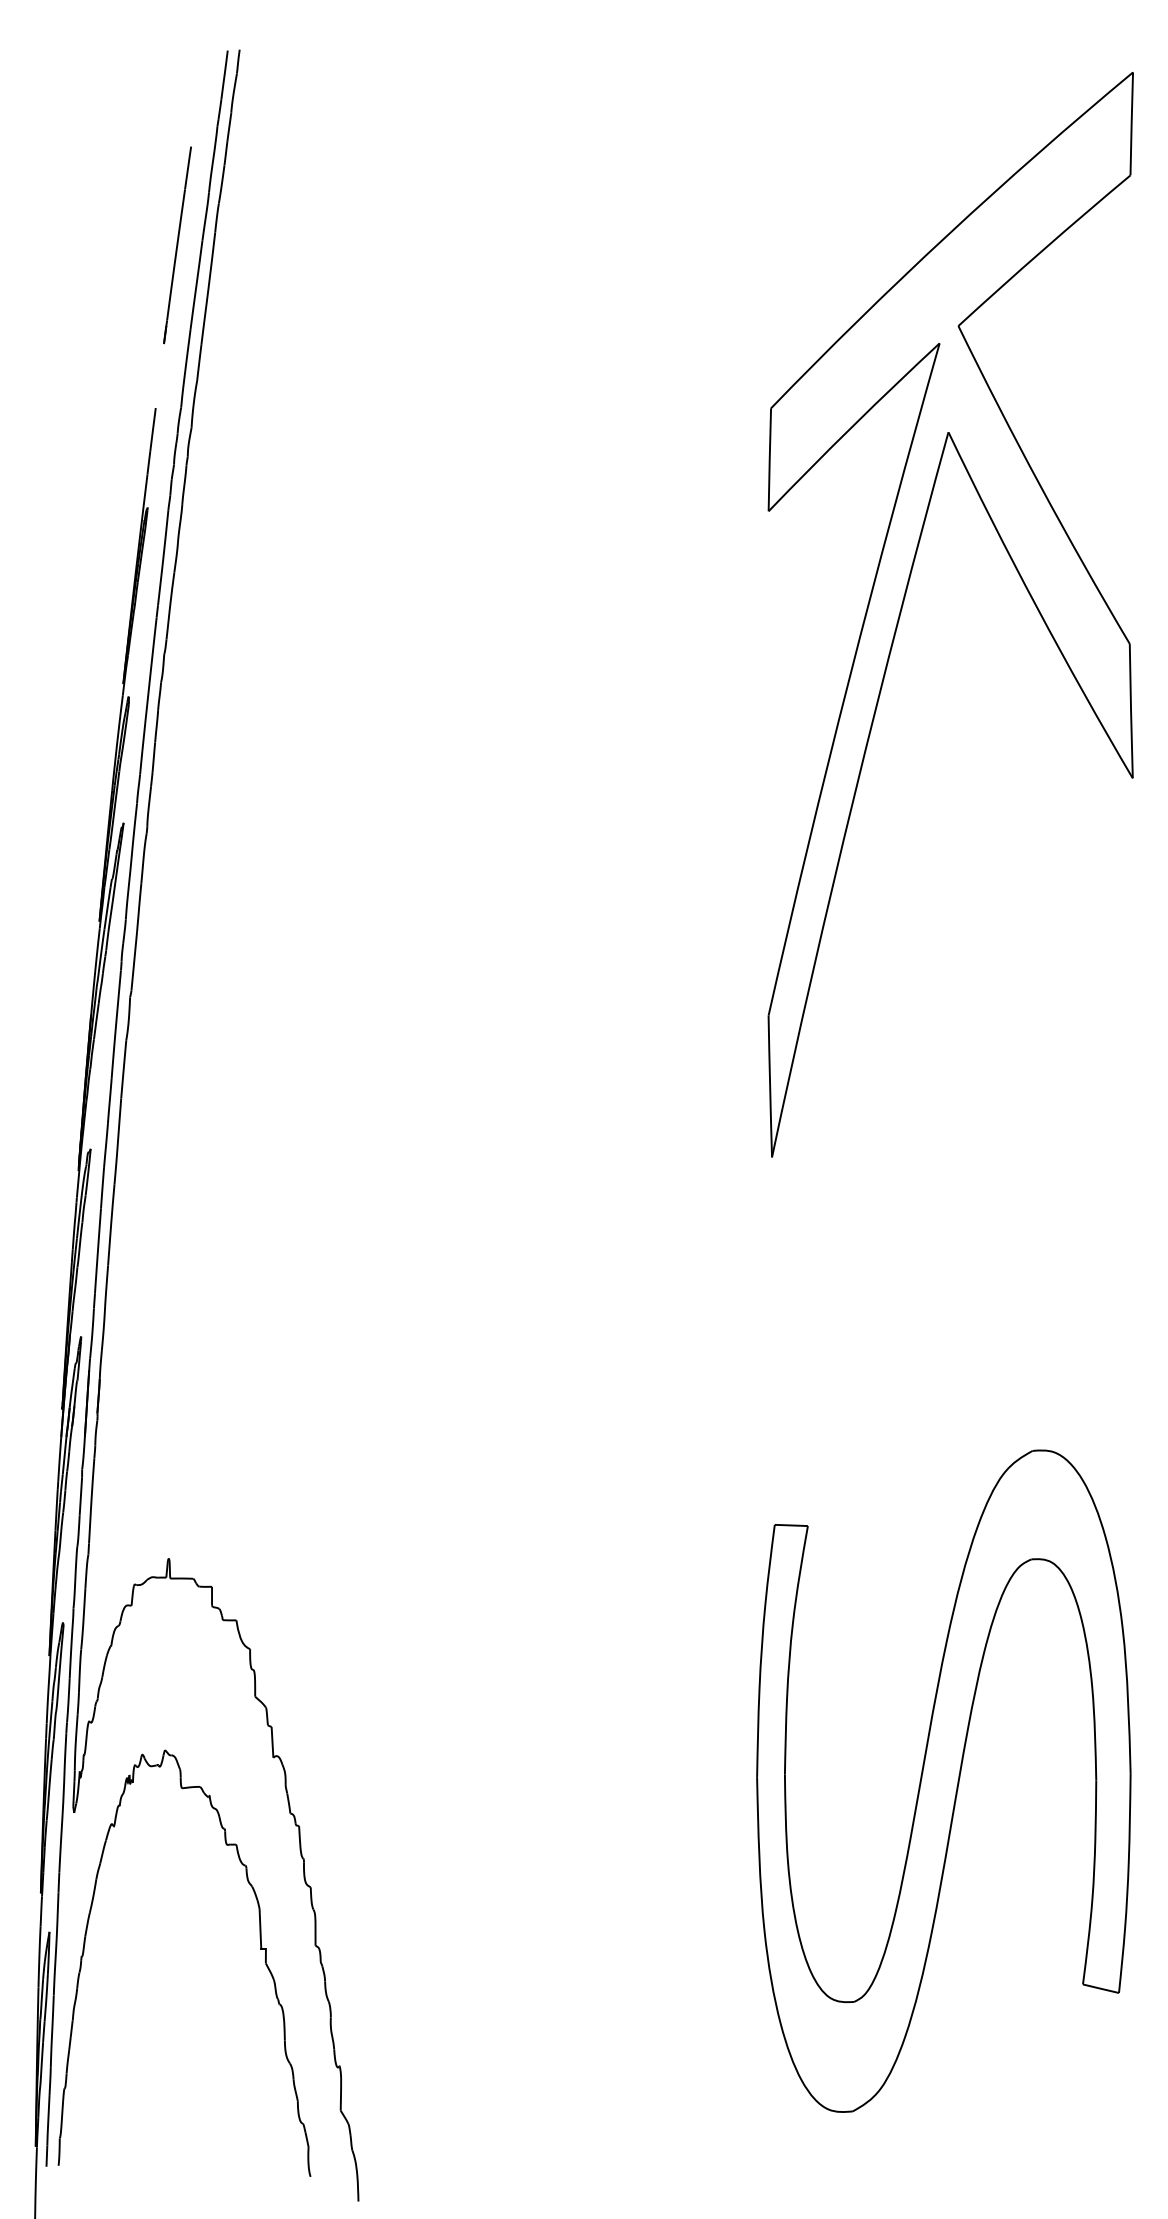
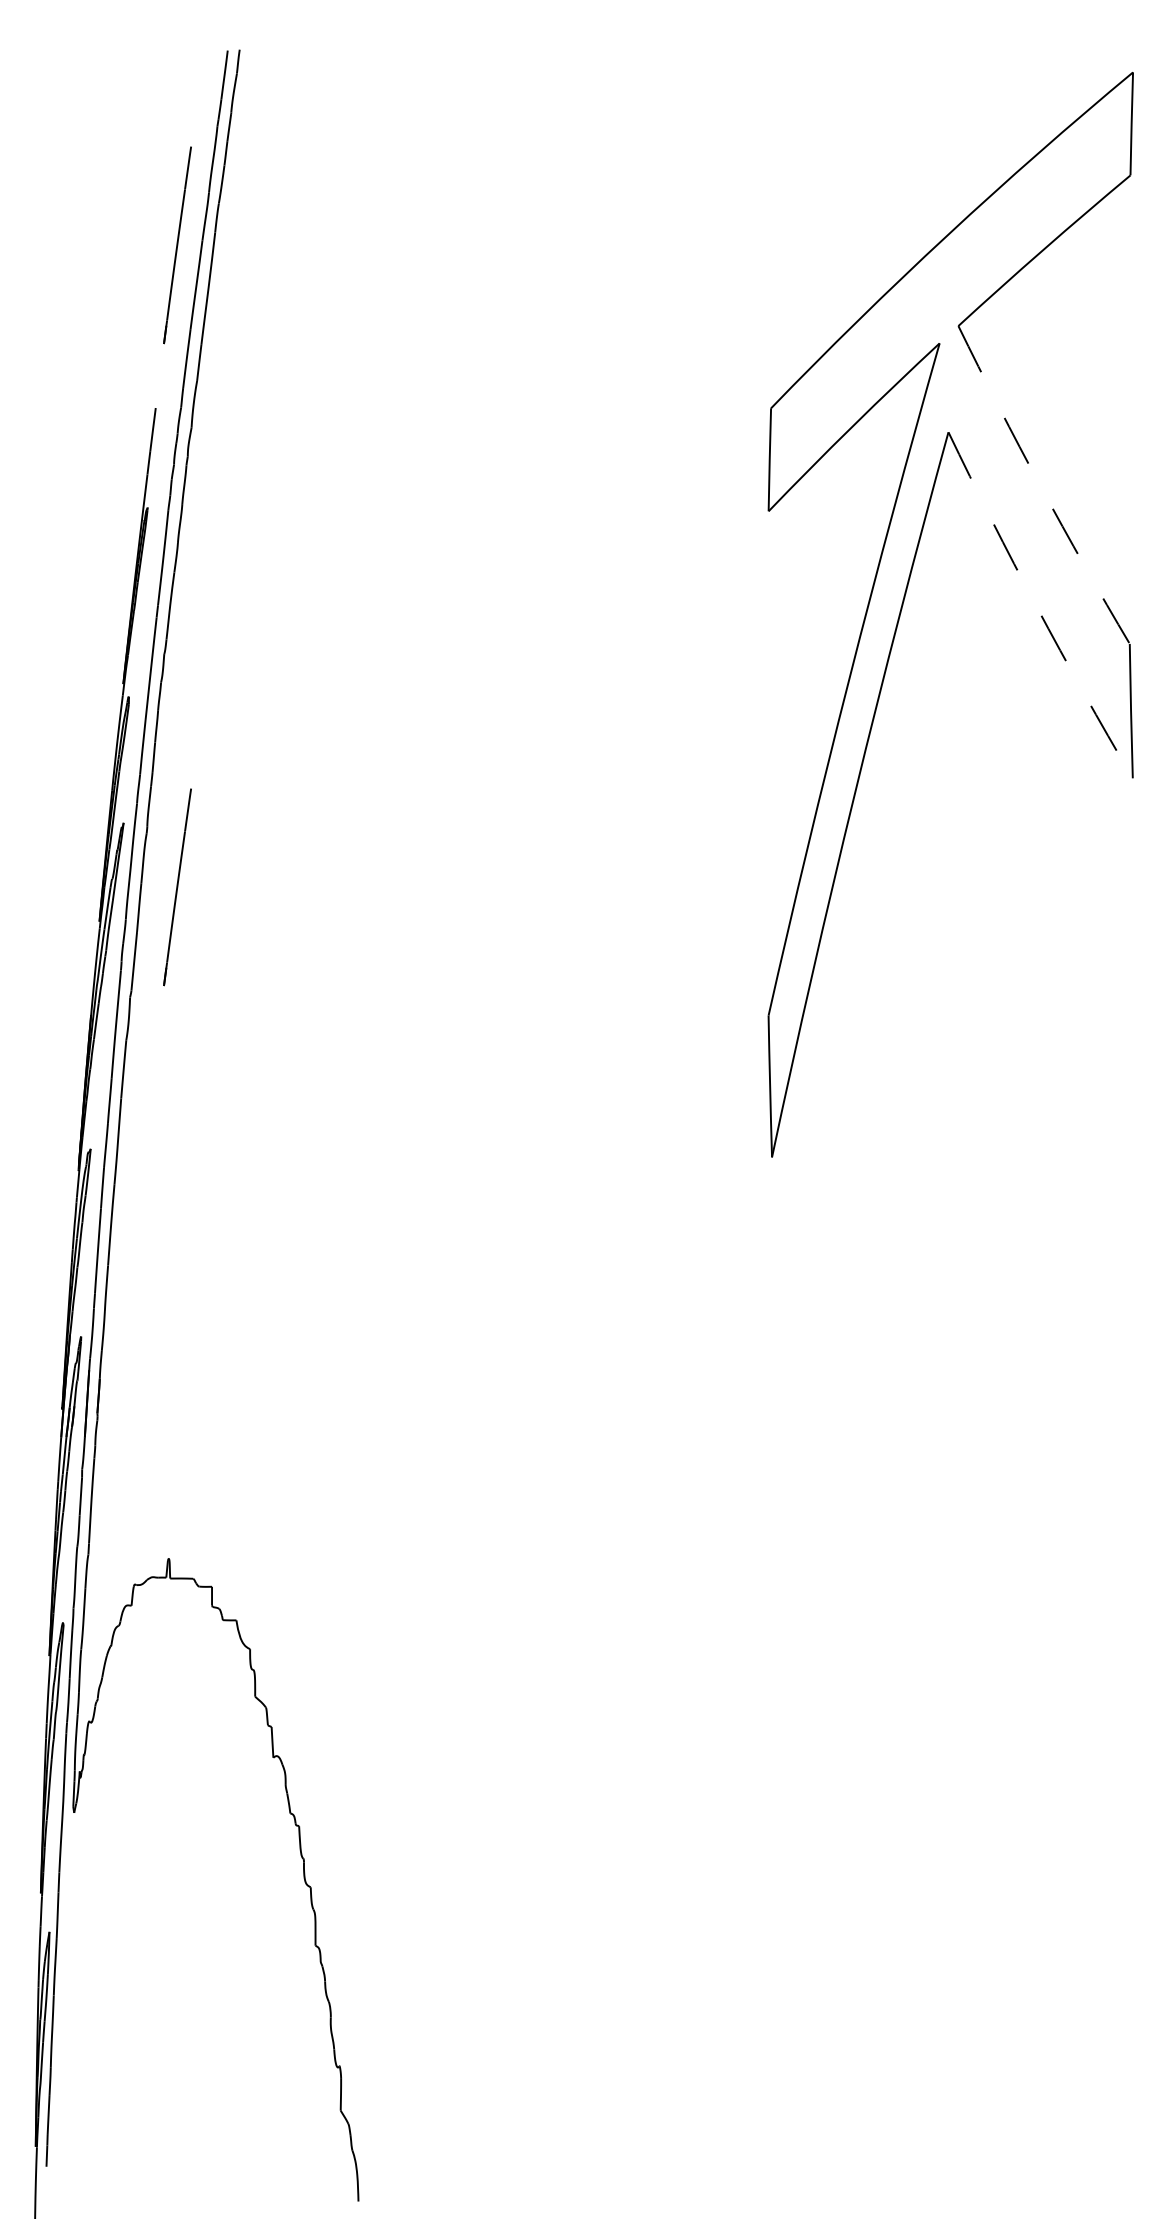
arc at (1040, 486): solid -> dashed
arc at (1036, 607): solid -> dashed
line at (177, 887): none -> present
part at (943, 1780): present -> none
part at (260, 1949): present -> none
